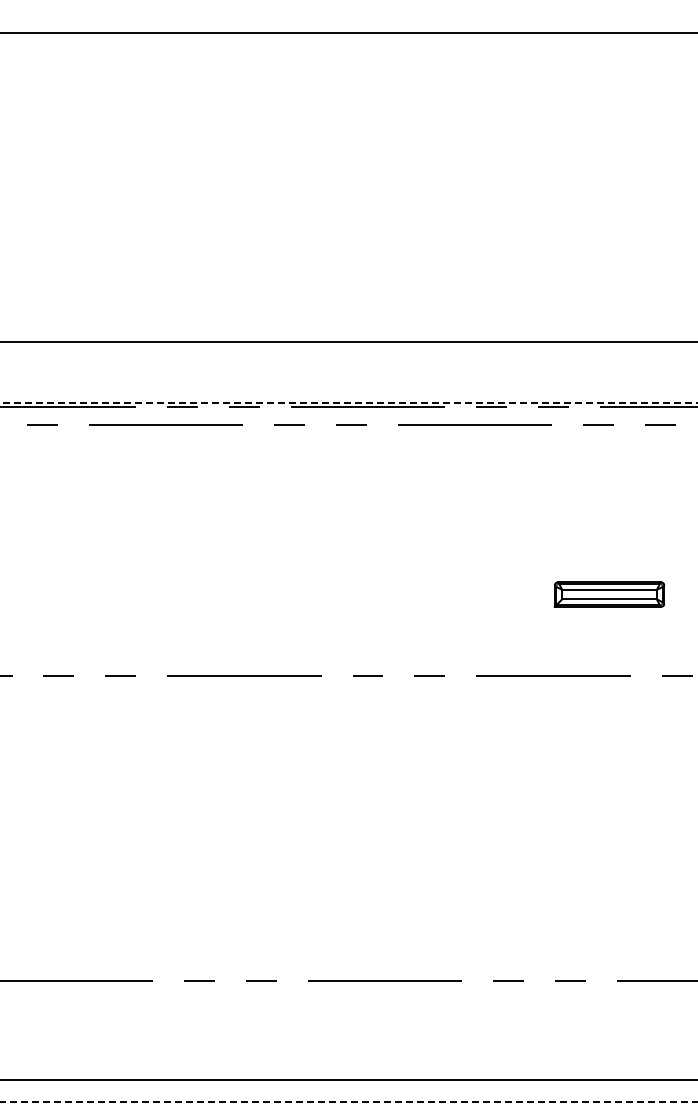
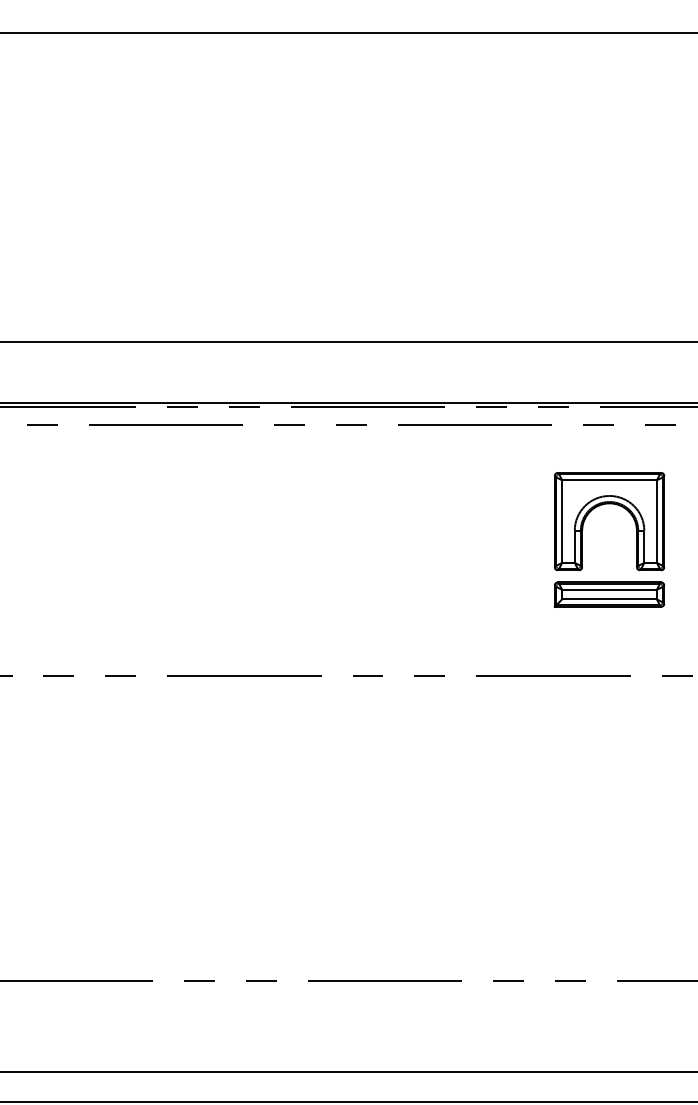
line at (349, 402): dashed -> solid
part at (609, 504): none -> present
line at (348, 1079) position: (348, 1079) -> (348, 1071)
line at (349, 1102): dashed -> solid
